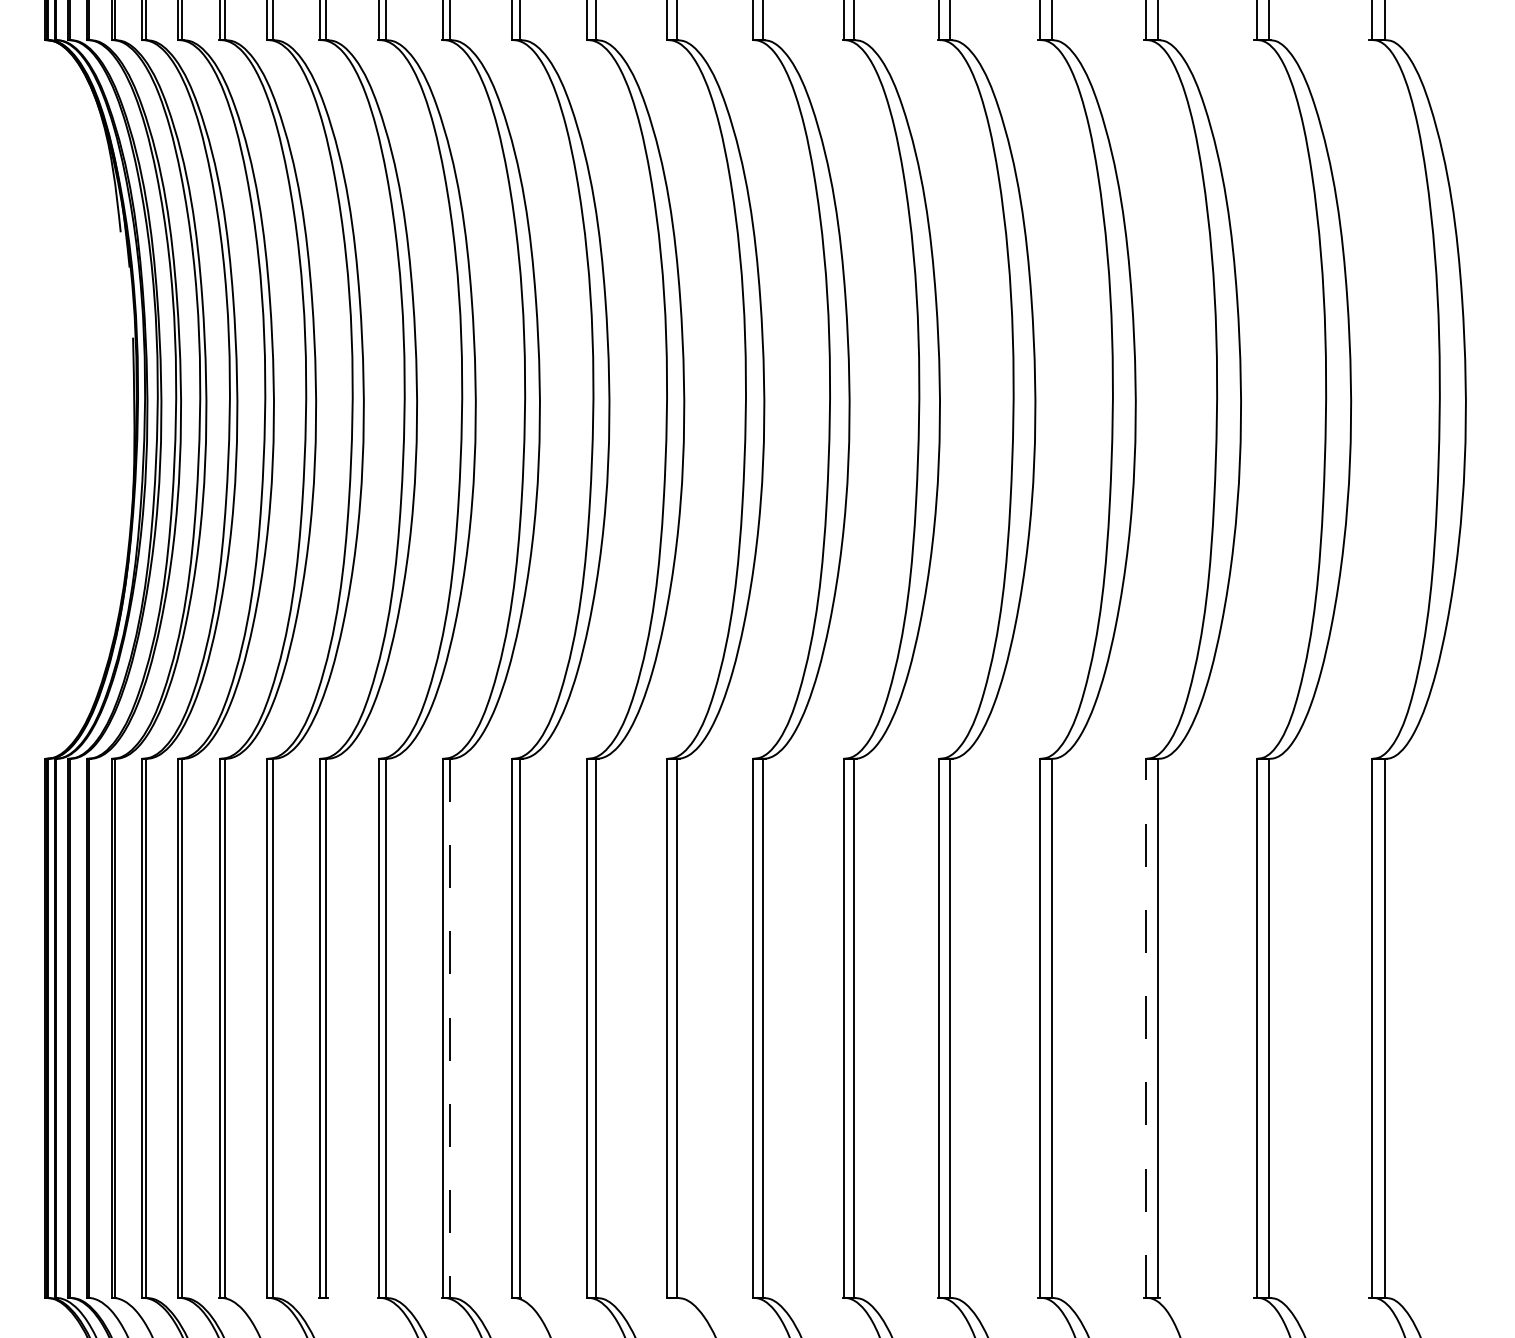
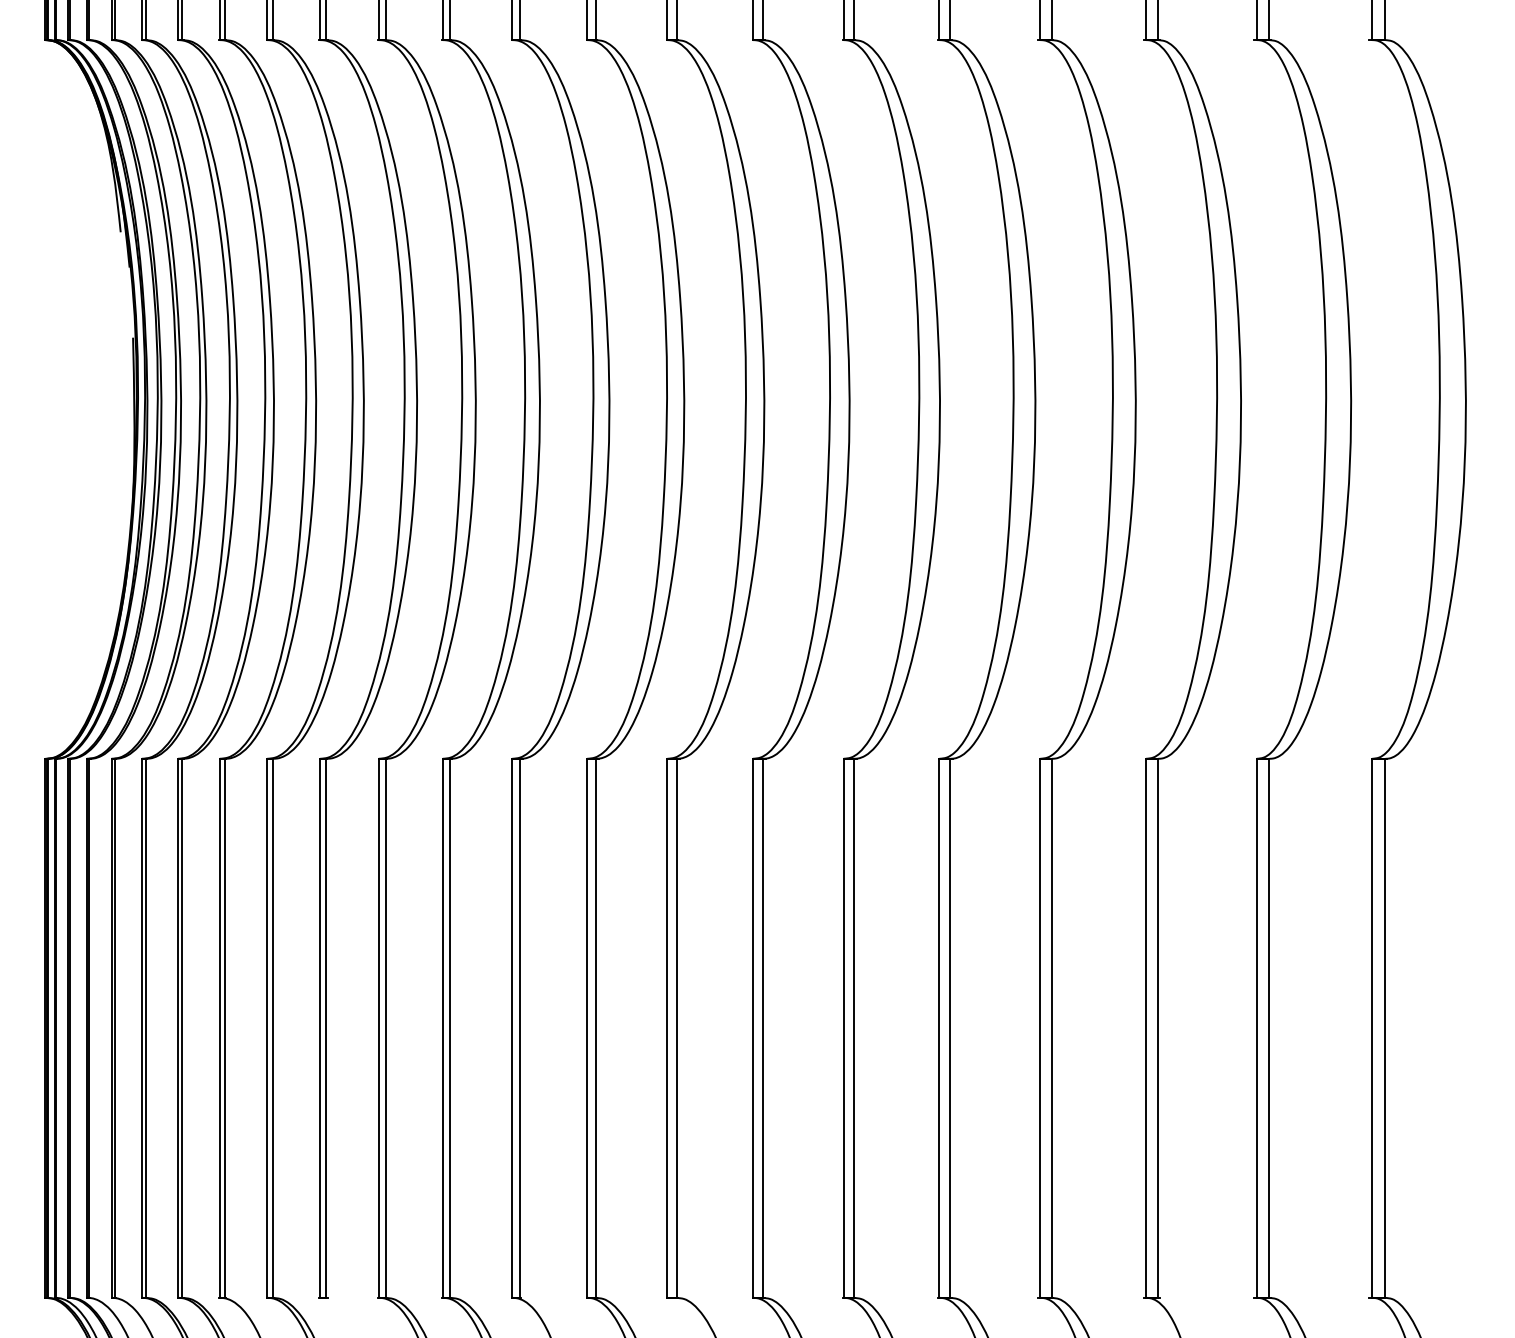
line at (450, 1028): dashed -> solid
line at (1146, 1028): dashed -> solid
